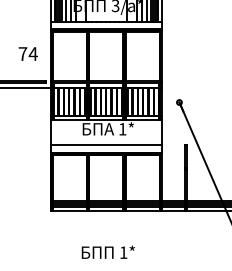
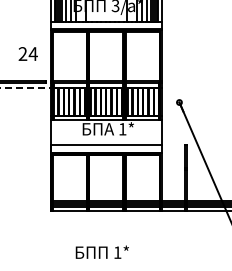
text at (22, 53): 74 -> 24
line at (25, 87): solid -> dashed
text at (107, 251) position: (107, 251) -> (101, 251)
